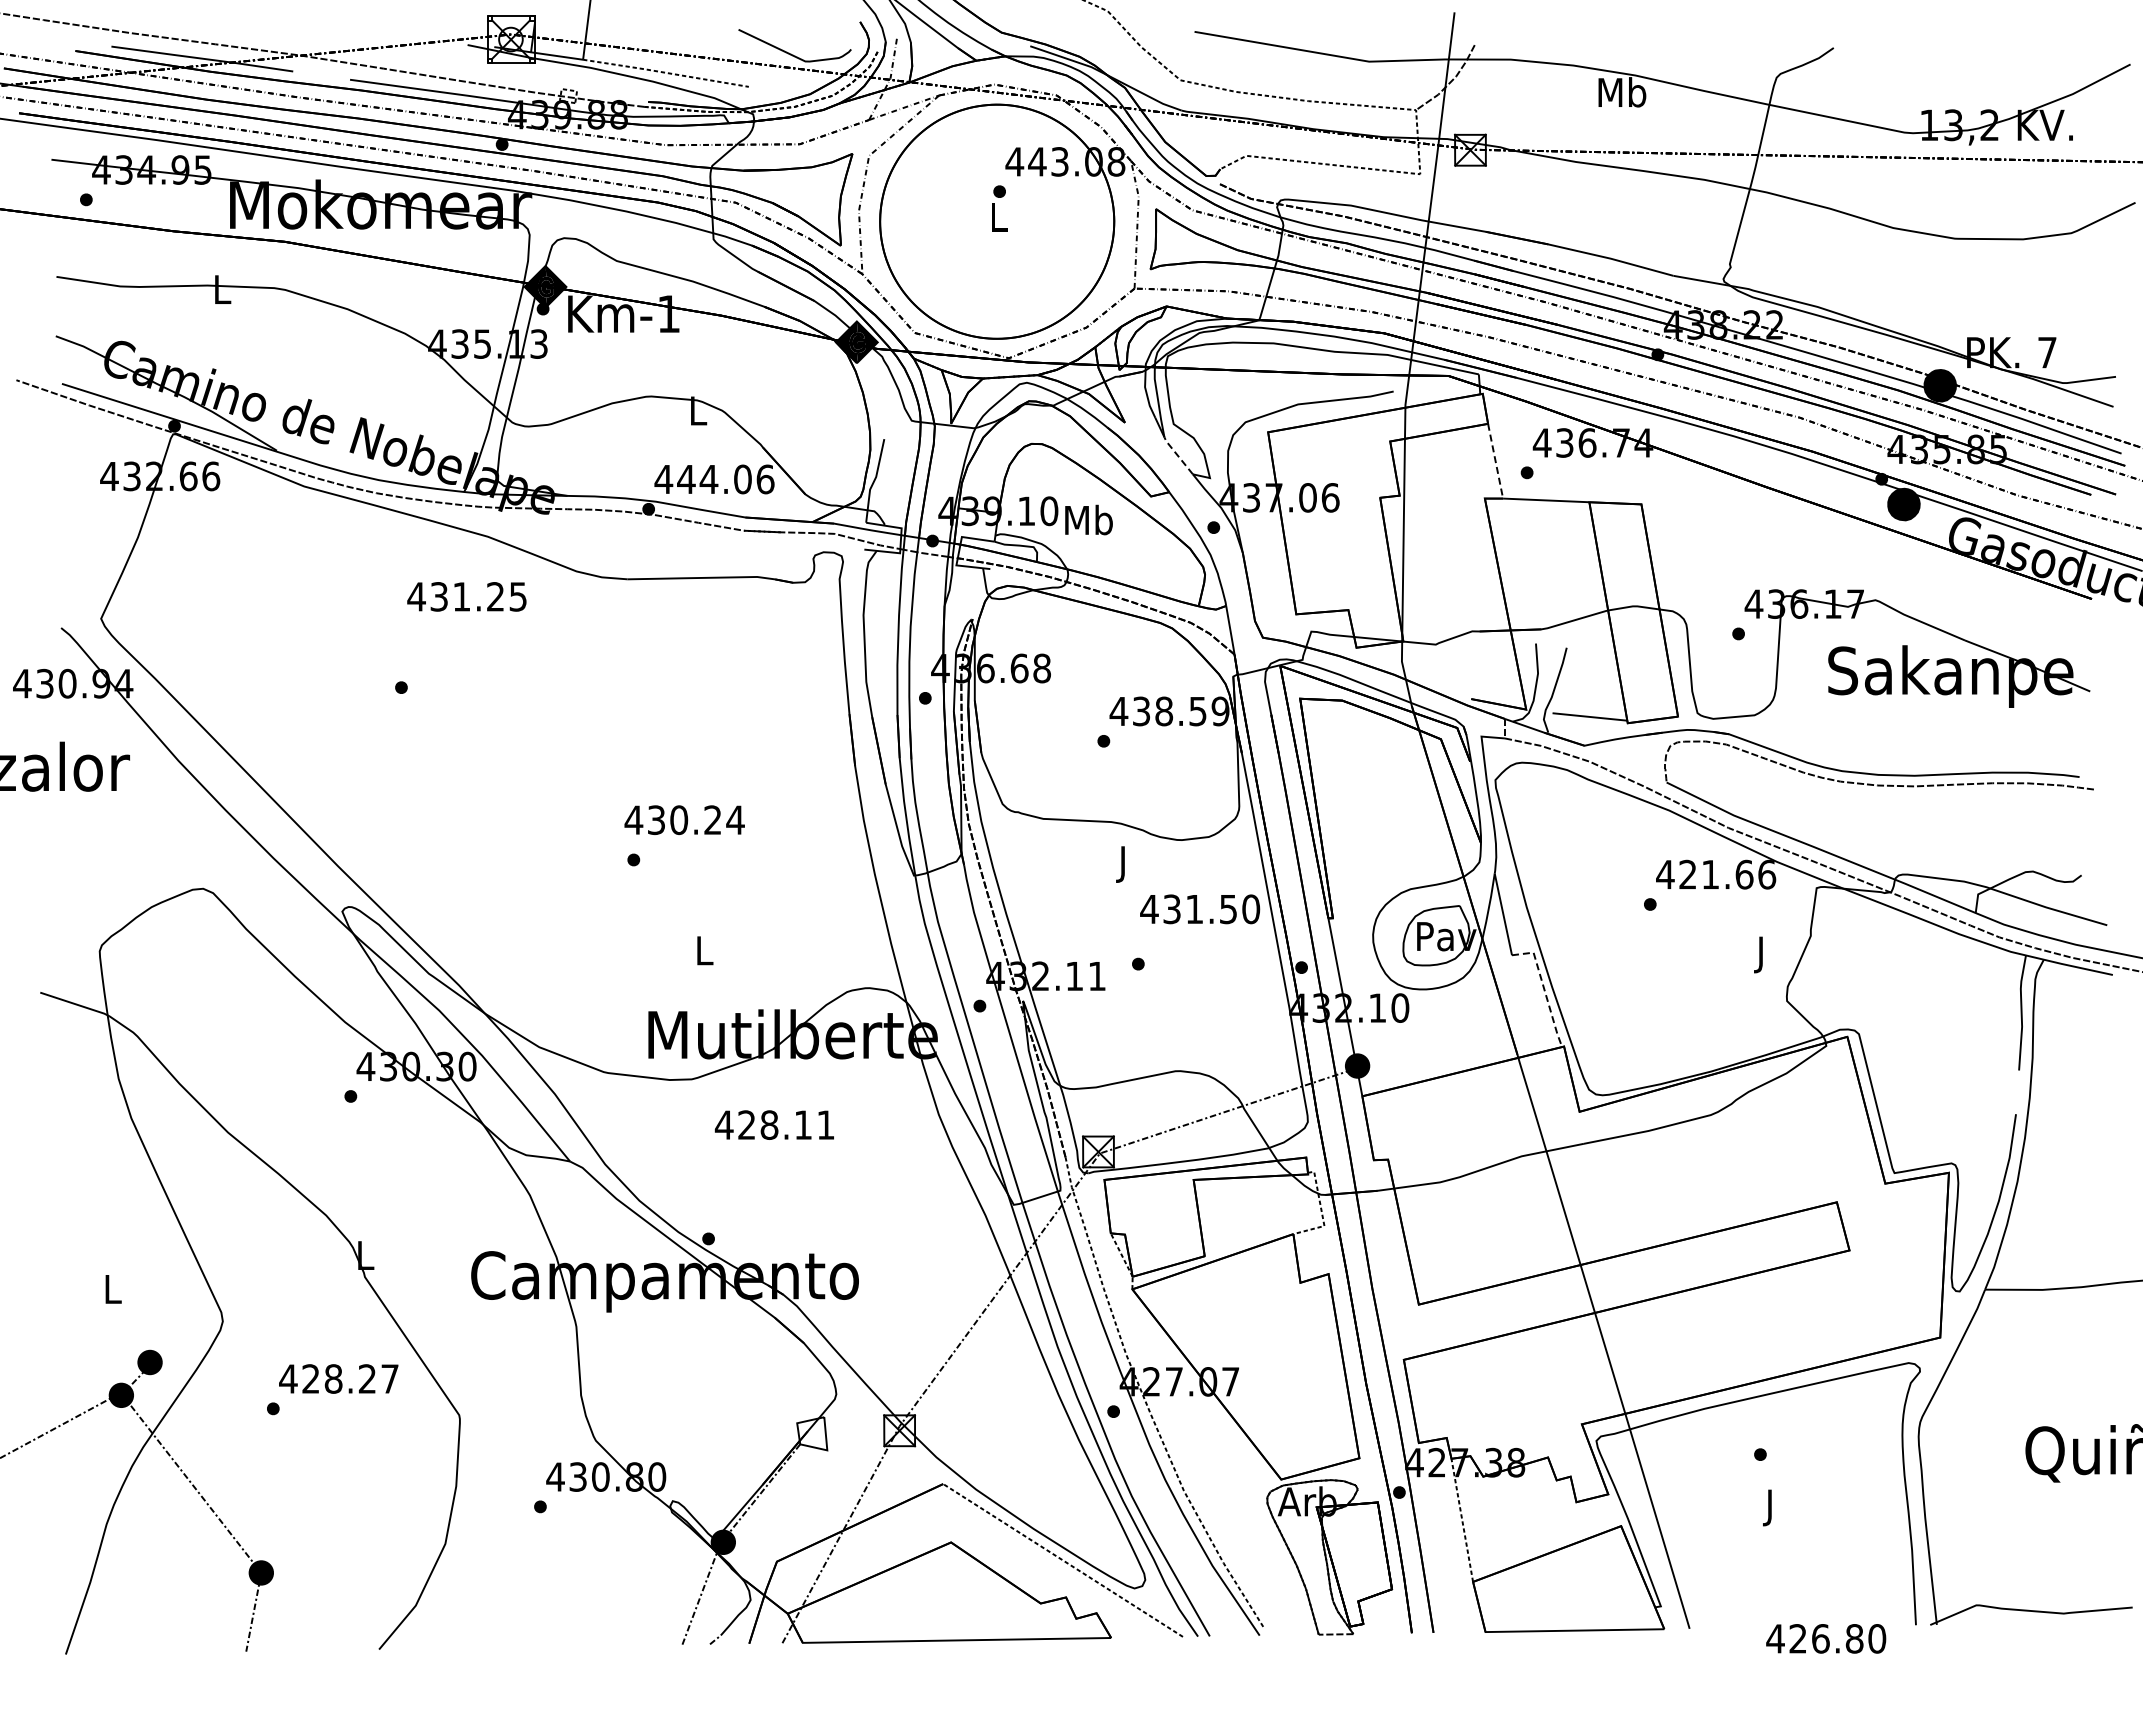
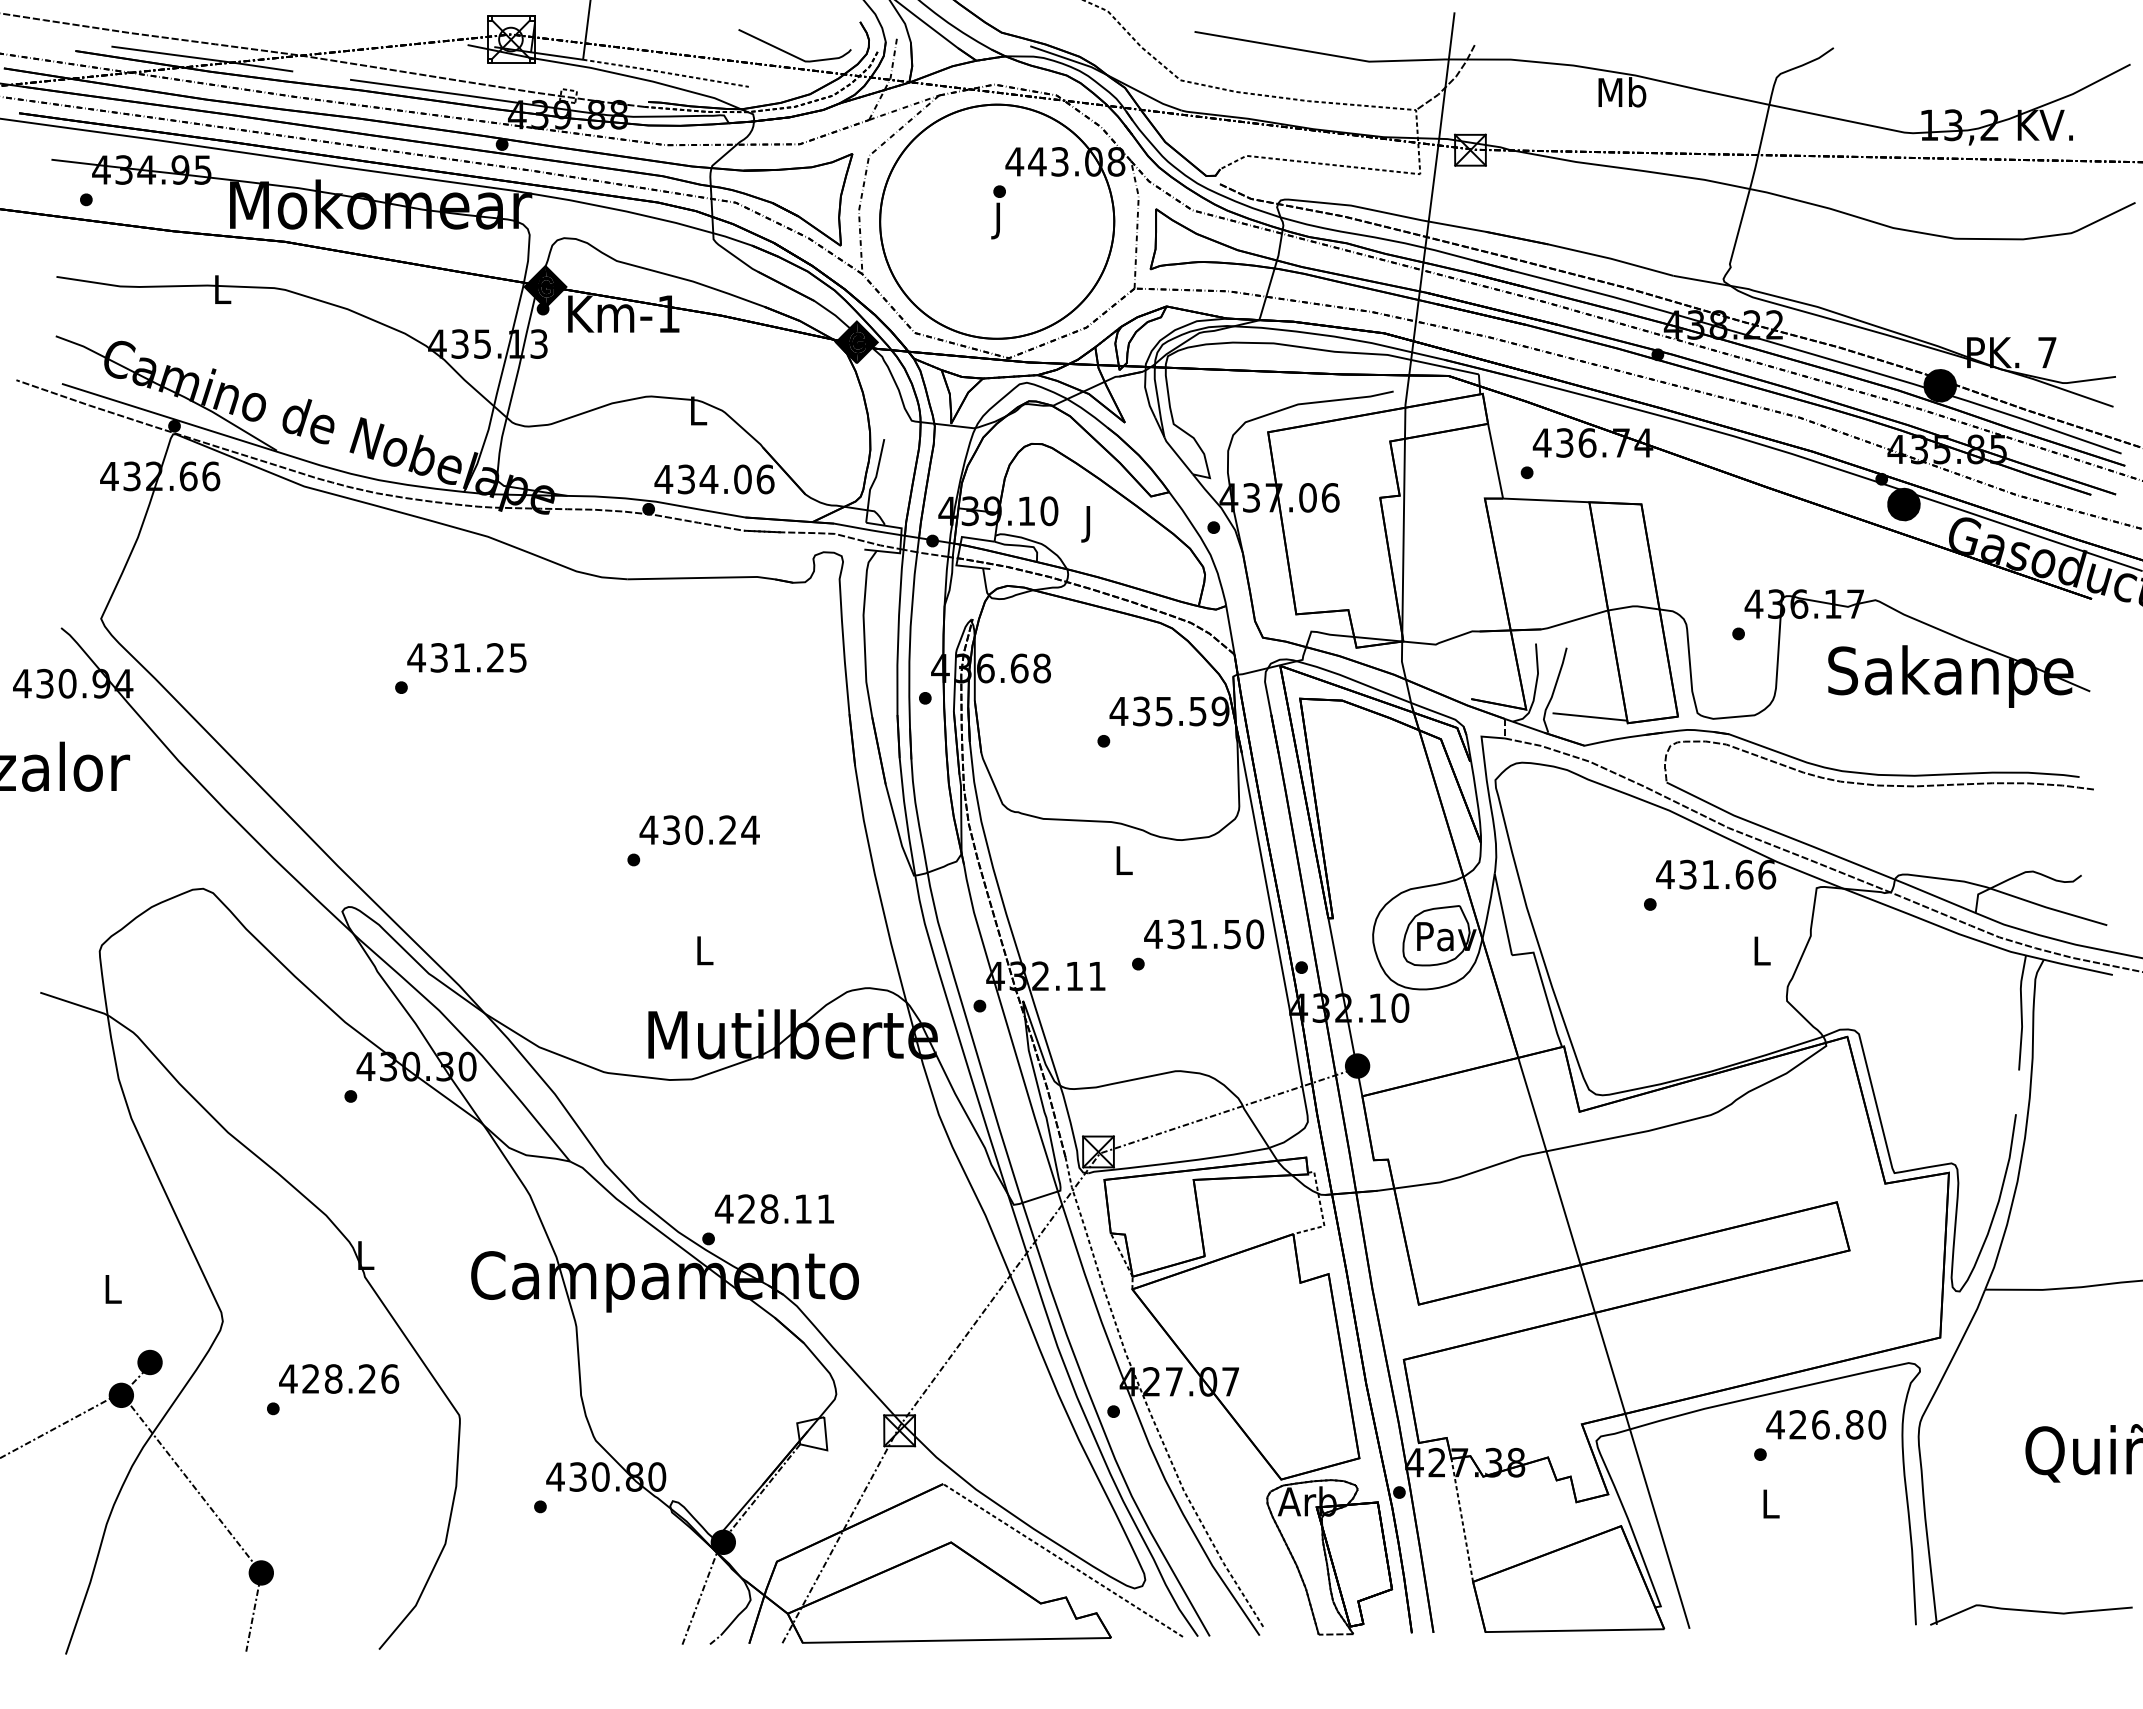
text at (999, 220): L -> J
line at (1177, 455): dashed -> solid
line at (1495, 461): dashed -> solid
text at (686, 479): 444.06 -> 434.06
text at (1088, 523): Mb -> J
text at (466, 596) position: (466, 596) -> (466, 657)
text at (1164, 711): 438.59 -> 435.59
text at (684, 819) position: (684, 819) -> (699, 829)
text at (1124, 864): J -> L
text at (1687, 874): 421.66 -> 431.66
text at (1200, 909) position: (1200, 909) -> (1204, 934)
text at (1762, 954): J -> L
line at (1544, 989): dashed -> solid
text at (773, 1124) position: (773, 1124) -> (773, 1208)
text at (390, 1378): 428.27 -> 428.26
text at (1771, 1507): J -> L
text at (1826, 1638) position: (1826, 1638) -> (1826, 1424)
